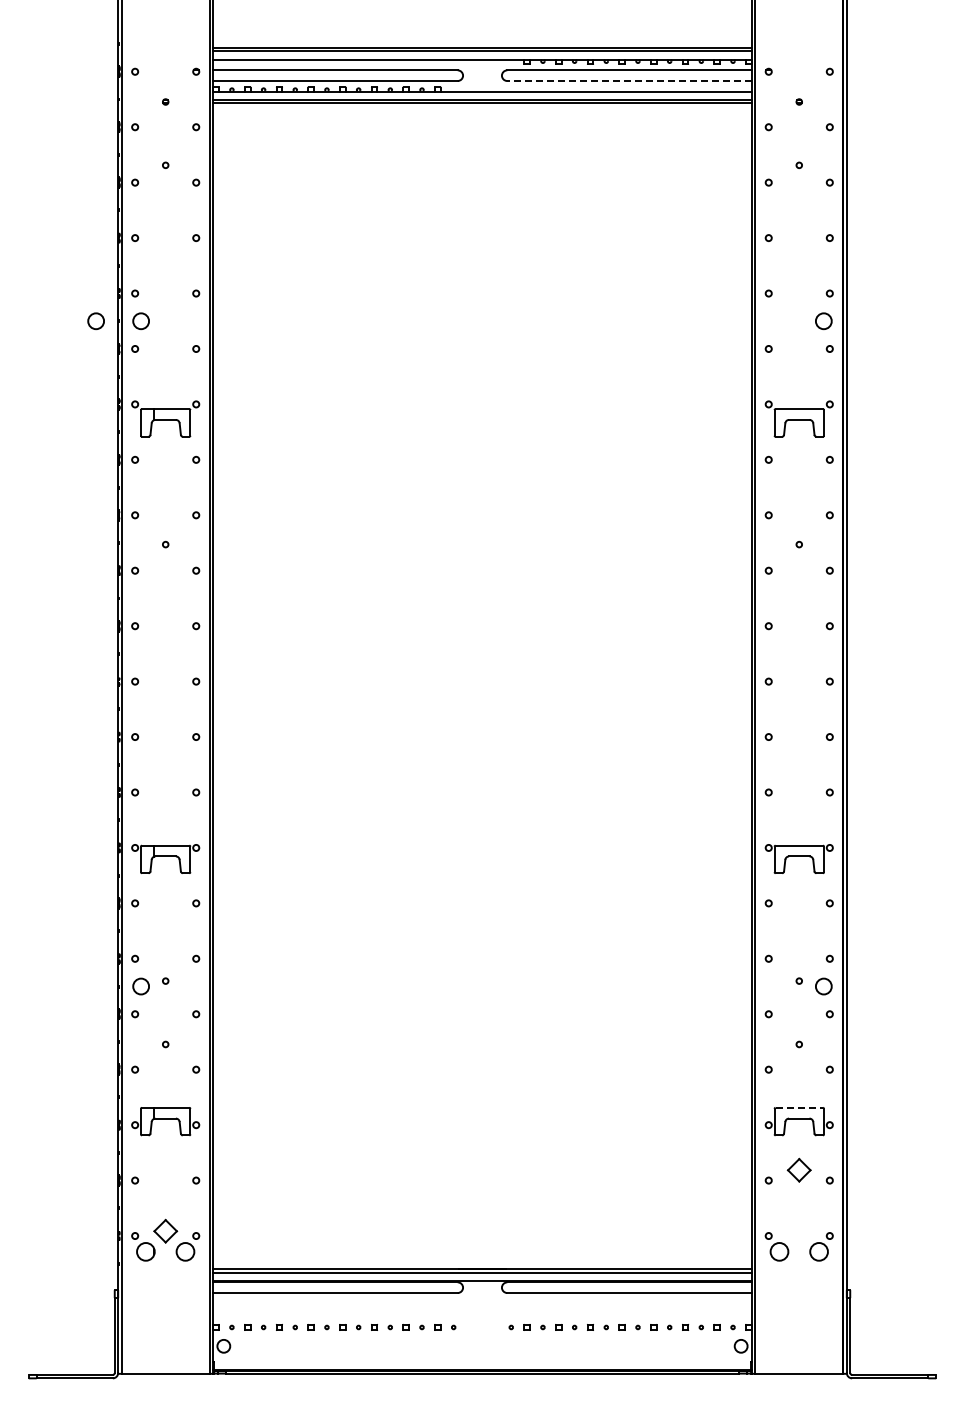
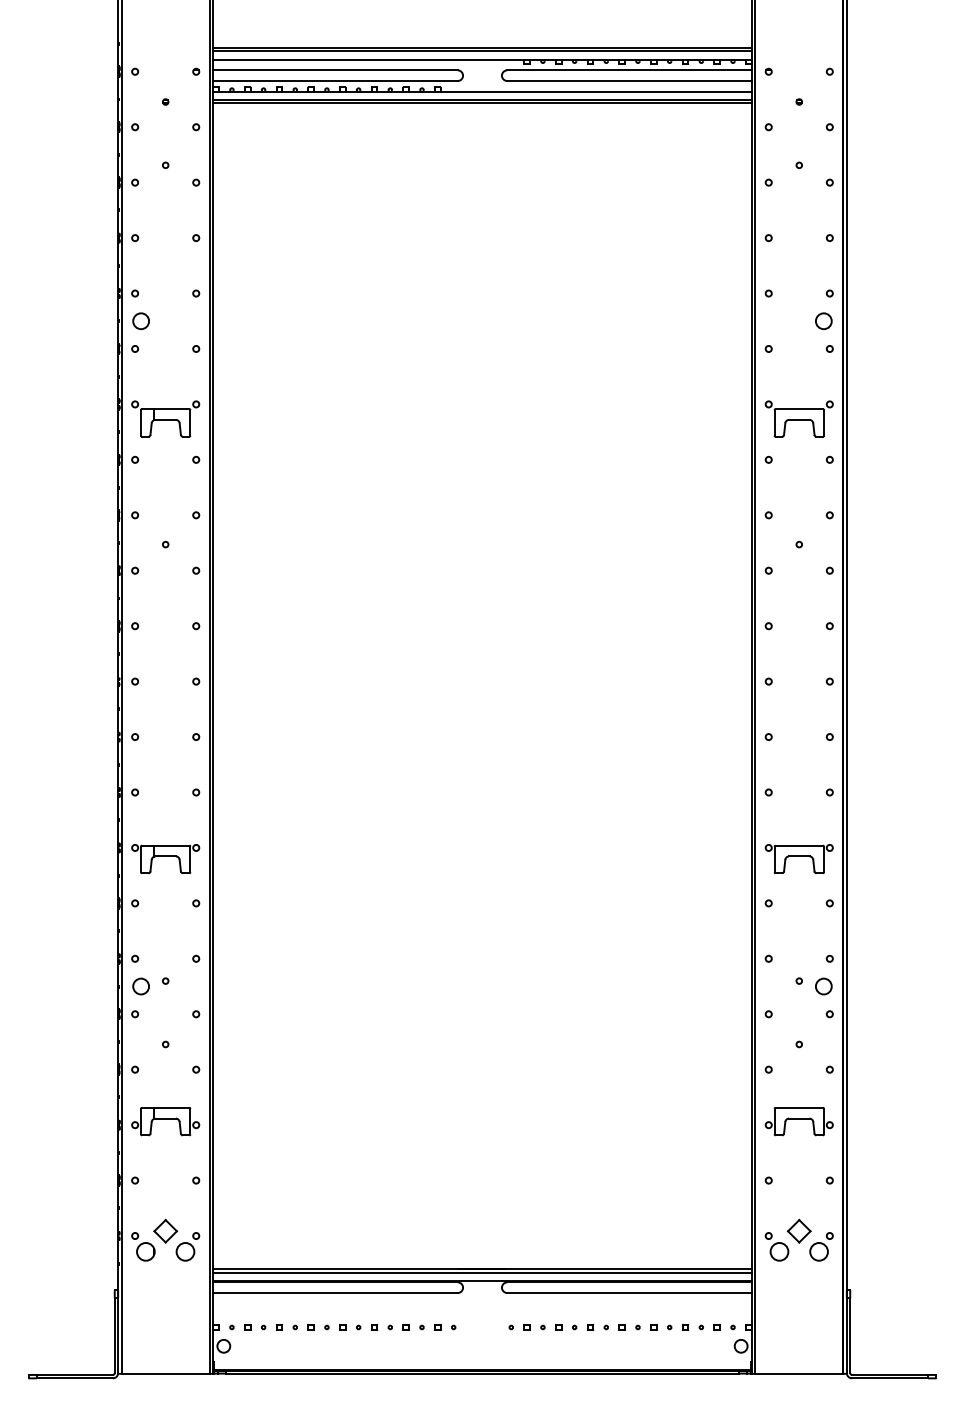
line at (629, 81): dashed -> solid
circle at (95, 321): present -> none
line at (799, 1107): dashed -> solid
part at (798, 1169) position: (798, 1169) -> (798, 1230)
